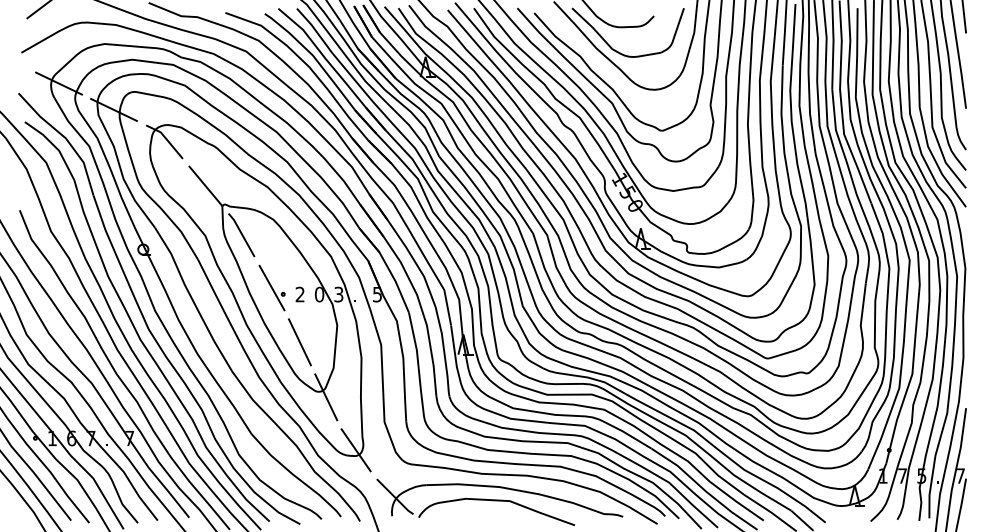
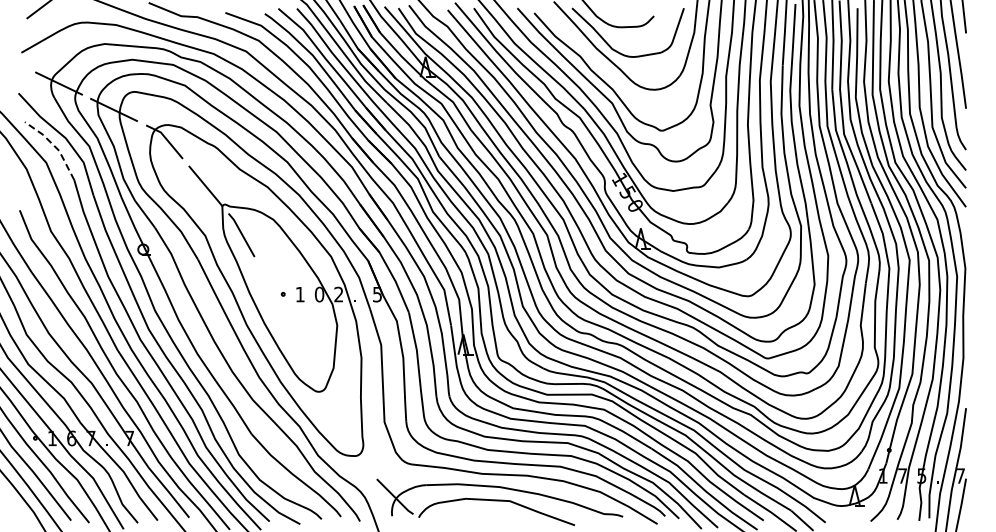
line at (54, 146): solid -> dashed
line at (271, 287): present -> none
text at (299, 294): 2 -> 1
text at (338, 294): 3 -> 2
line at (299, 342): present -> none
line at (326, 397): present -> none
line at (355, 450): present -> none
